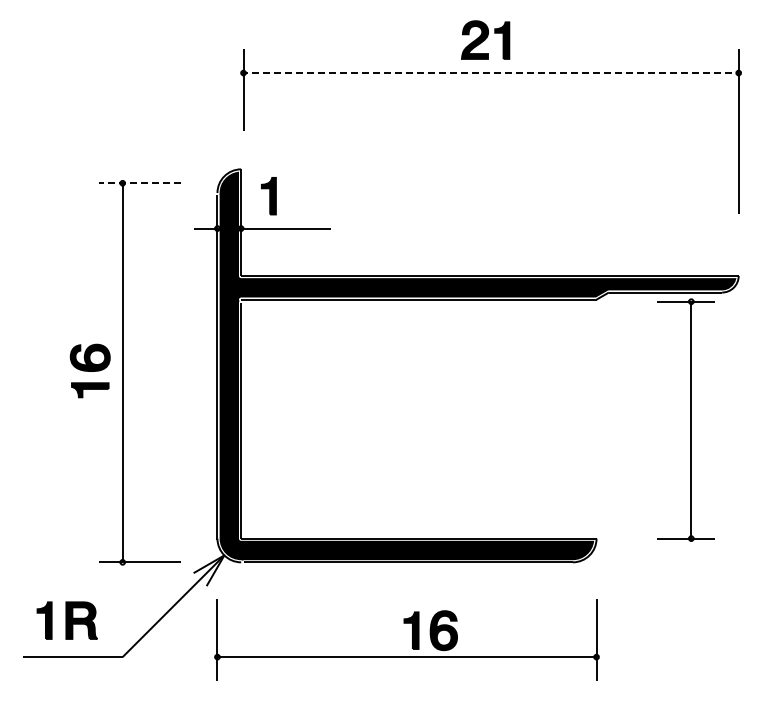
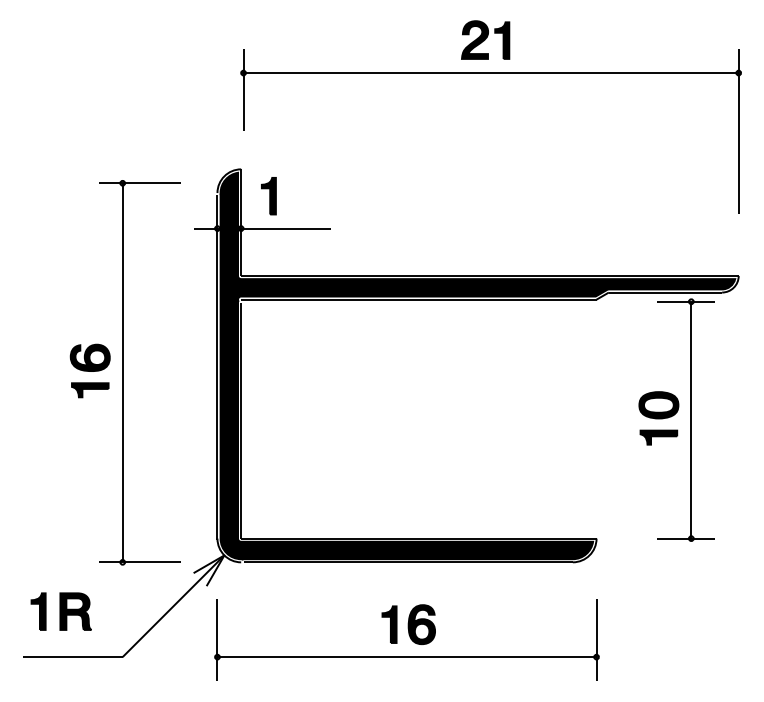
line at (489, 73): dashed -> solid
line at (140, 183): dashed -> solid
part at (658, 418): none -> present
part at (66, 620) position: (66, 620) -> (60, 611)
part at (430, 630) position: (430, 630) -> (408, 624)
